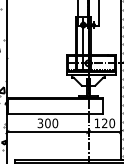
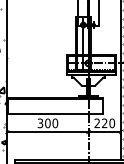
text at (96, 122): 120 -> 220
